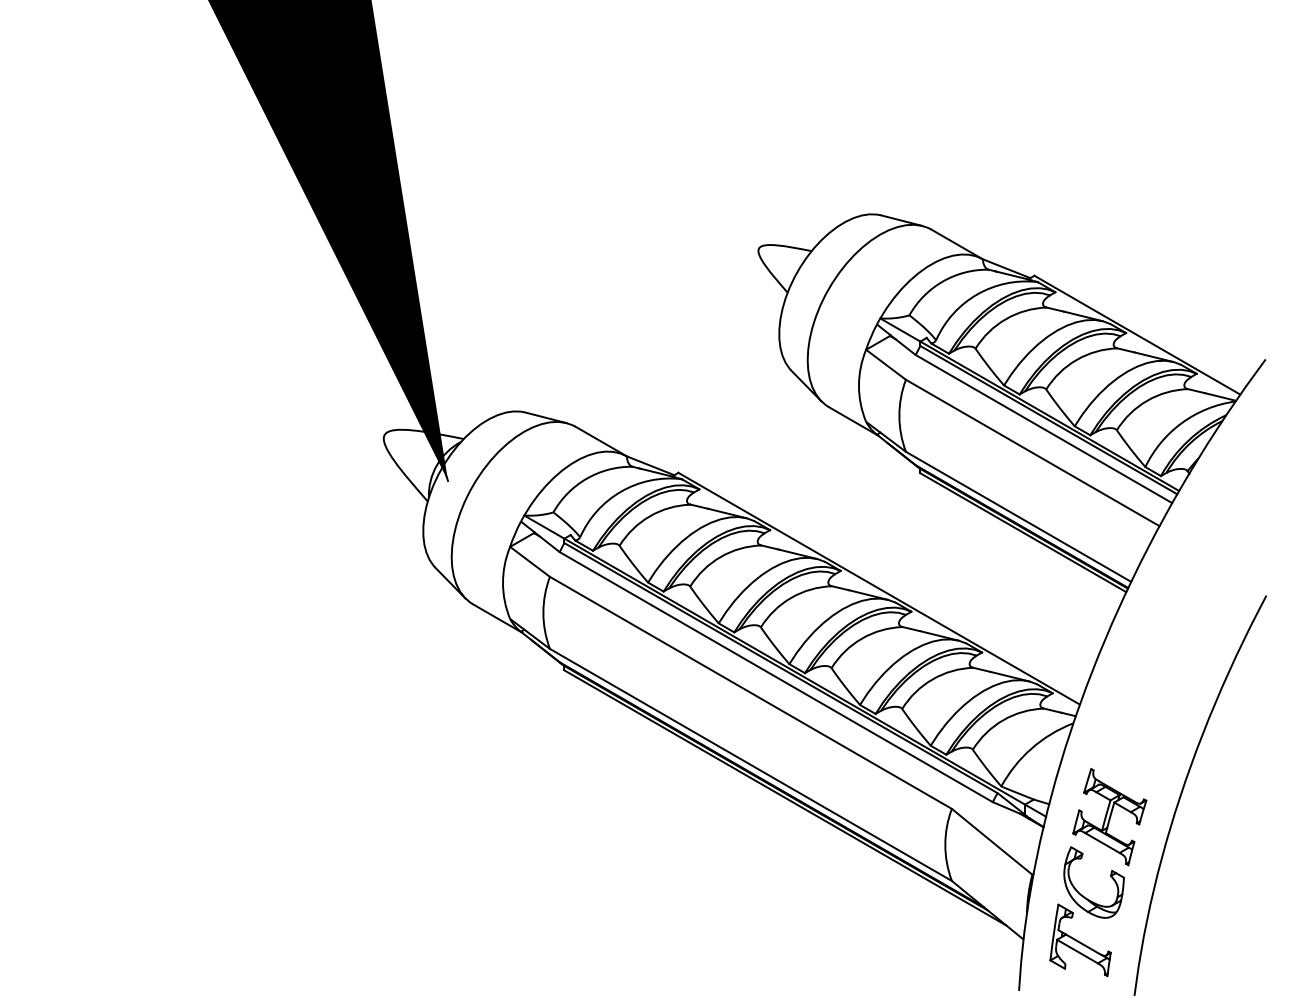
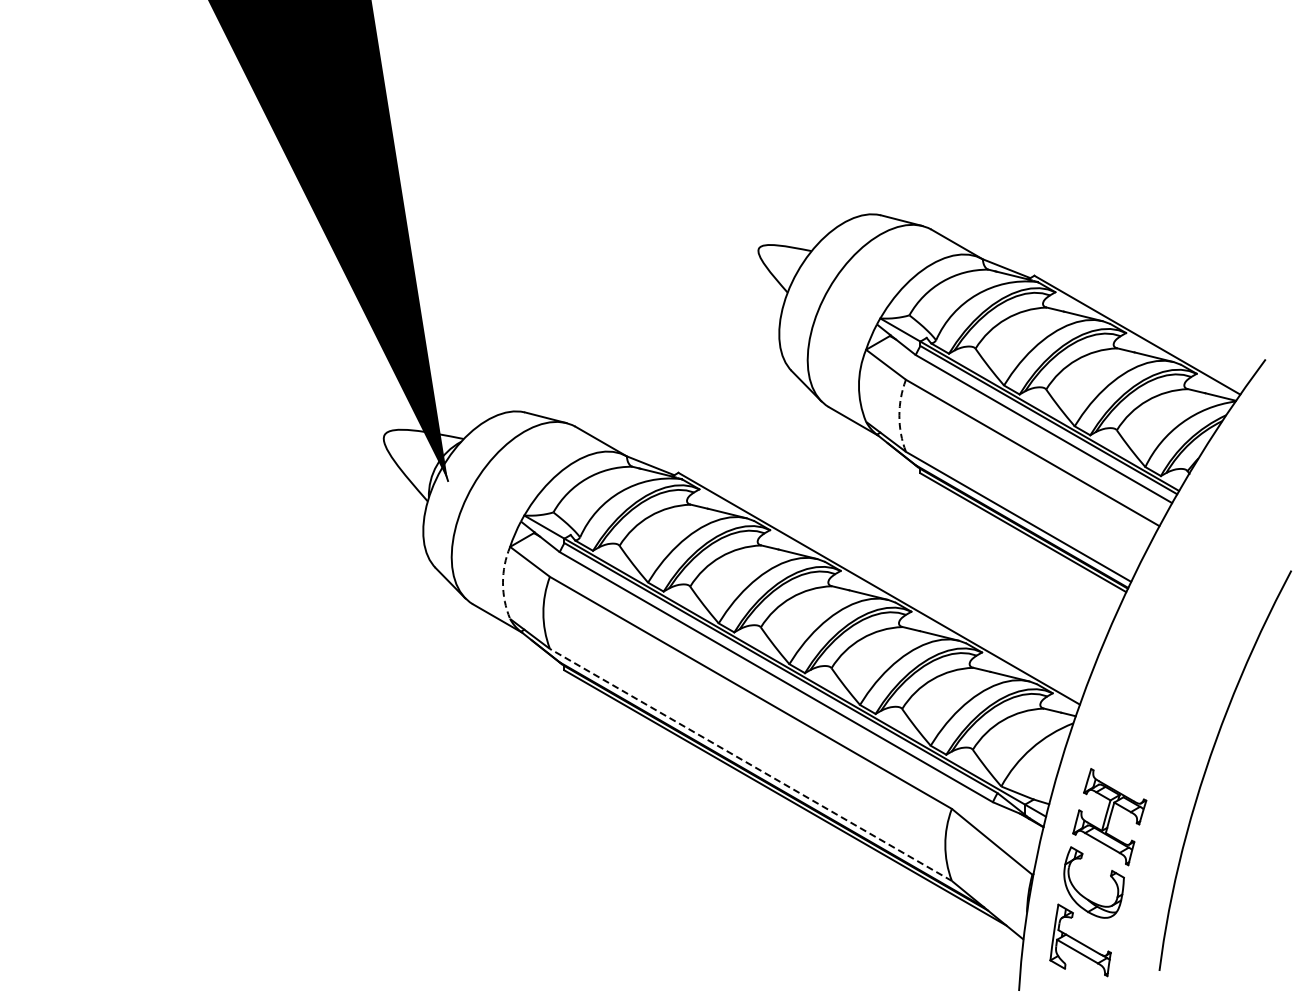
arc at (899, 415): solid -> dashed
arc at (503, 582): solid -> dashed
line at (750, 764): solid -> dashed
curve at (1183, 790) position: (1183, 790) -> (1208, 765)
